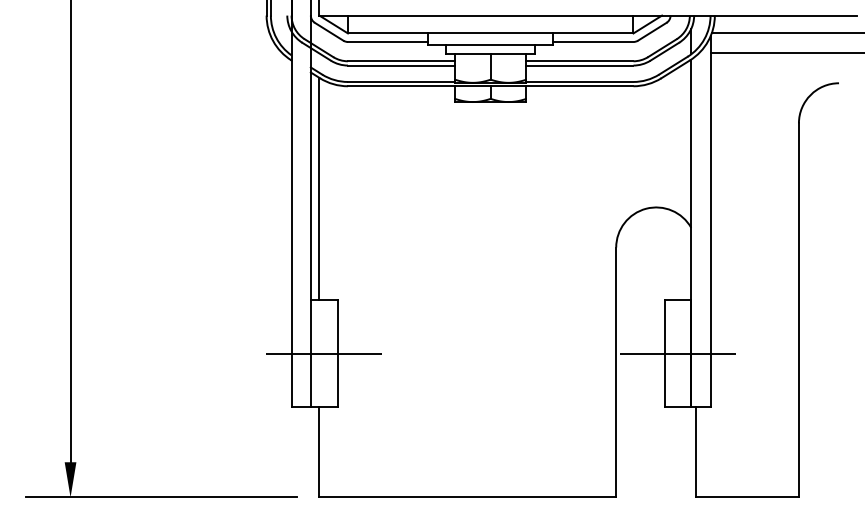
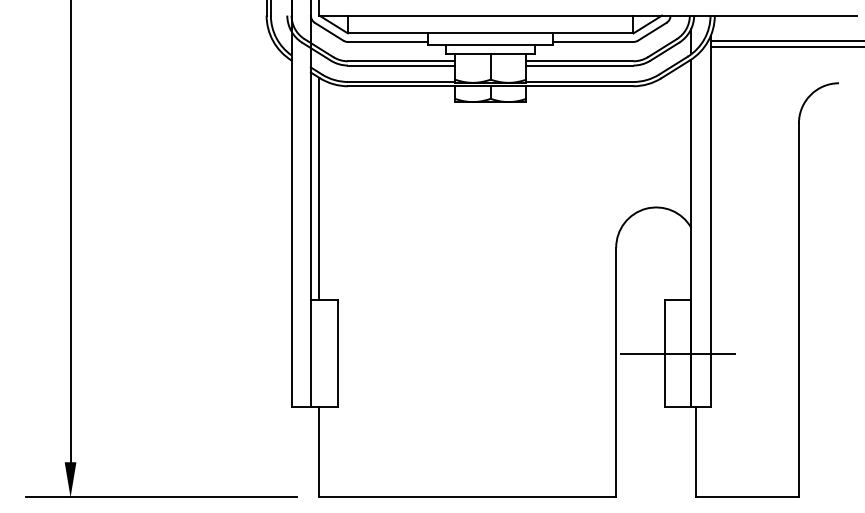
line at (786, 33) position: (786, 33) -> (786, 41)
line at (785, 52) position: (785, 52) -> (785, 46)
line at (324, 353): present -> none
